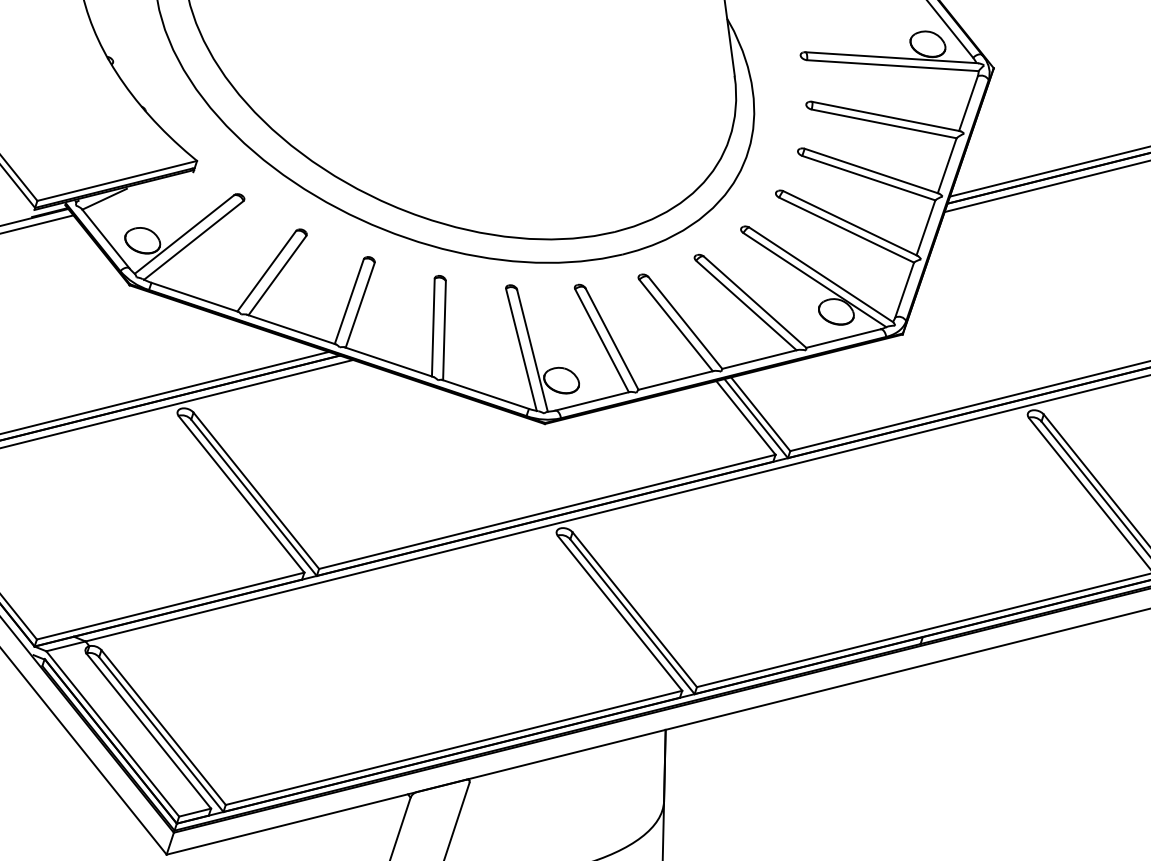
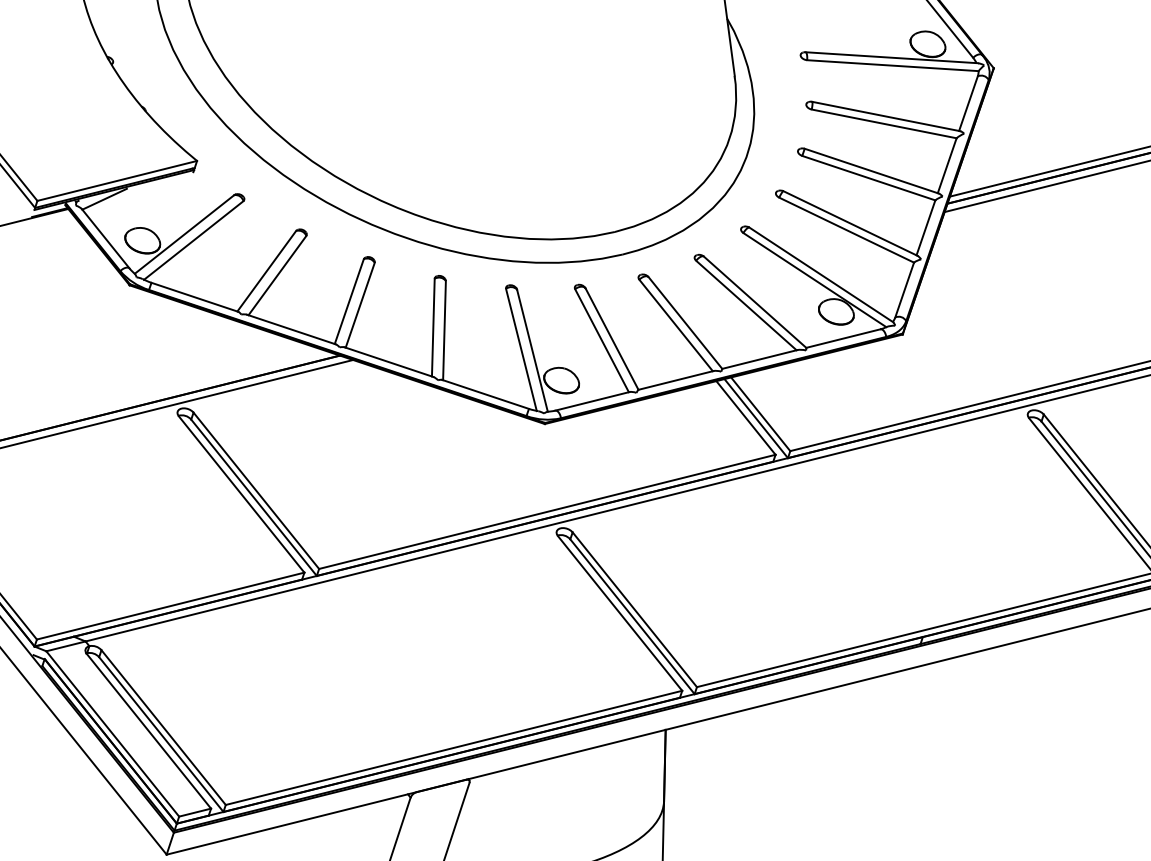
line at (37, 224): present -> none
line at (165, 392): present -> none
